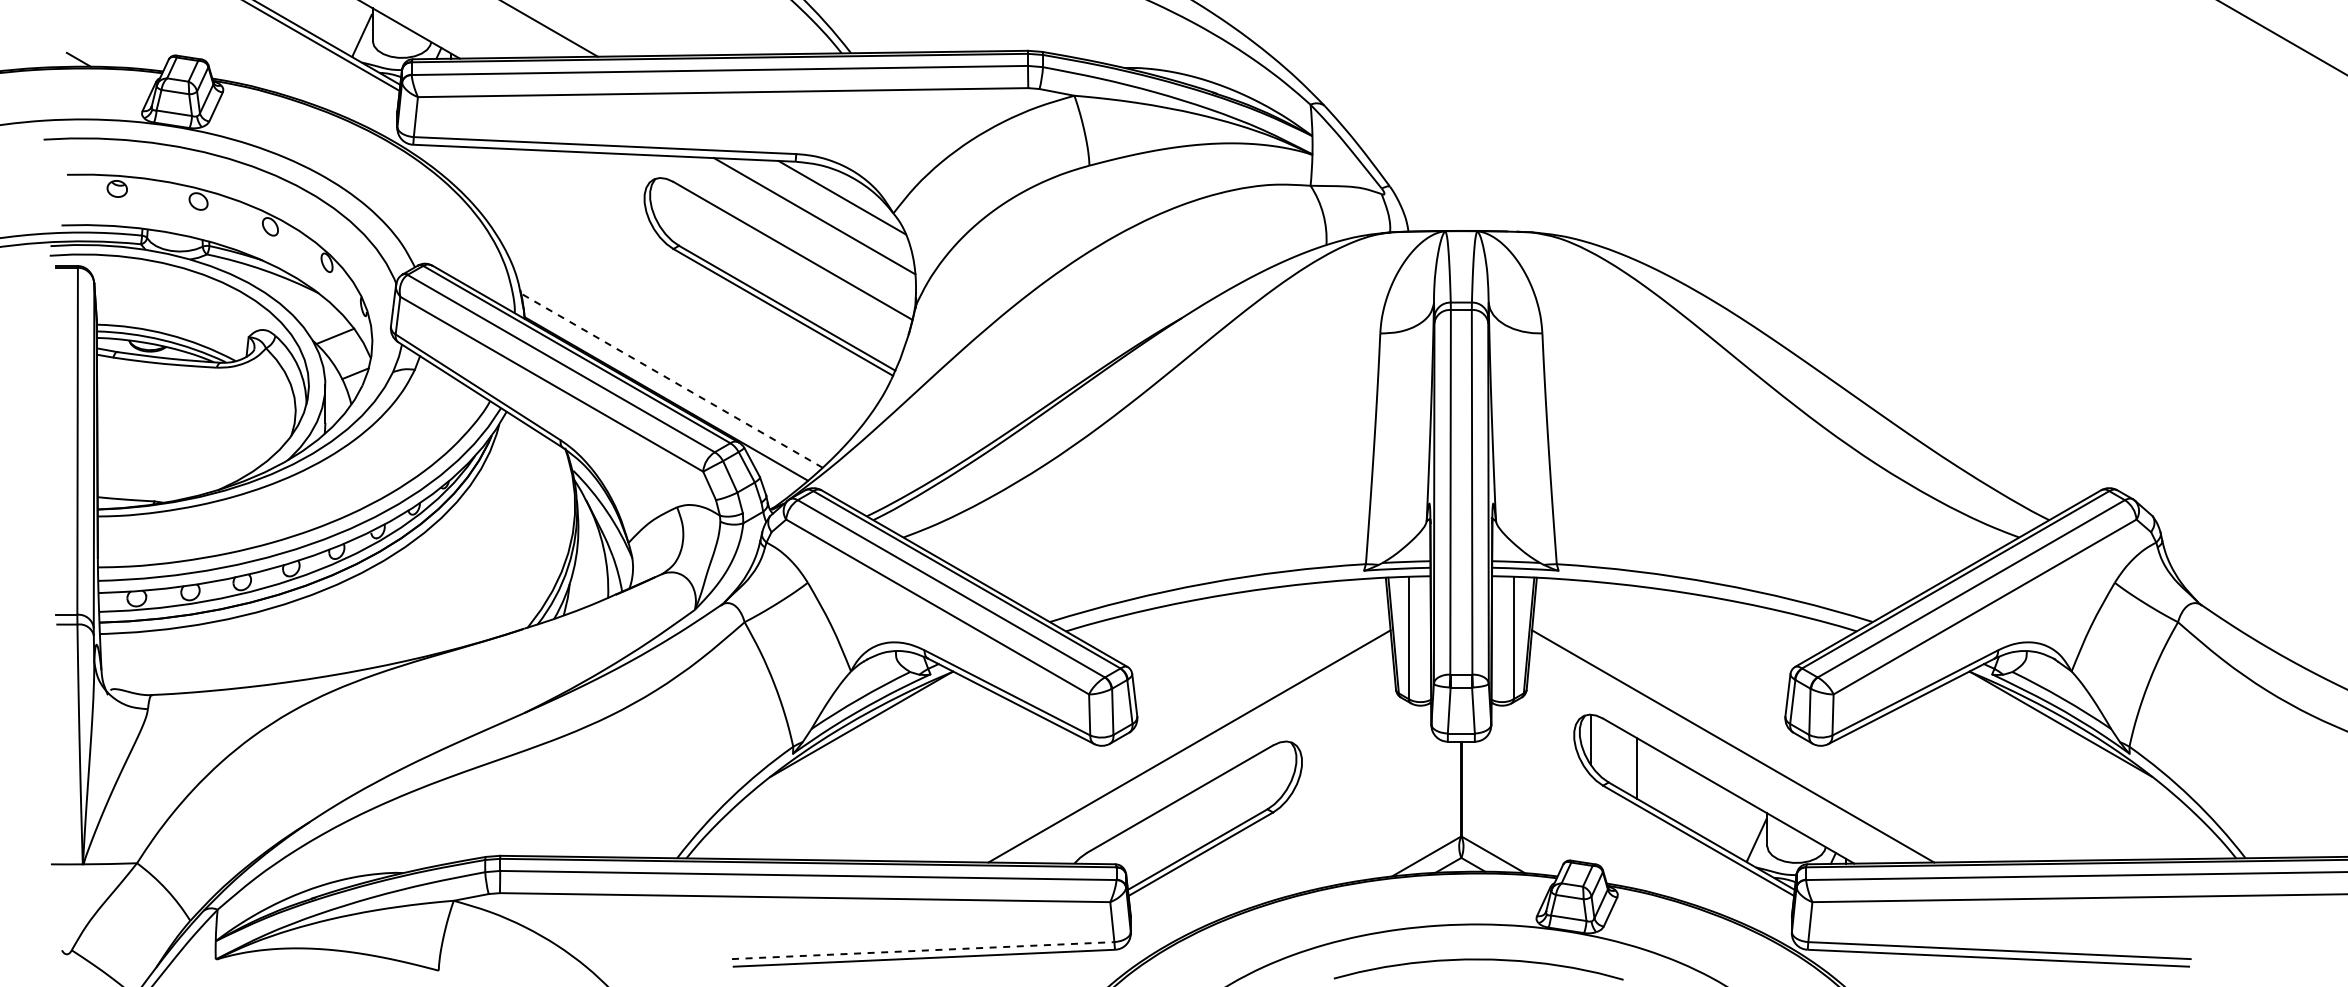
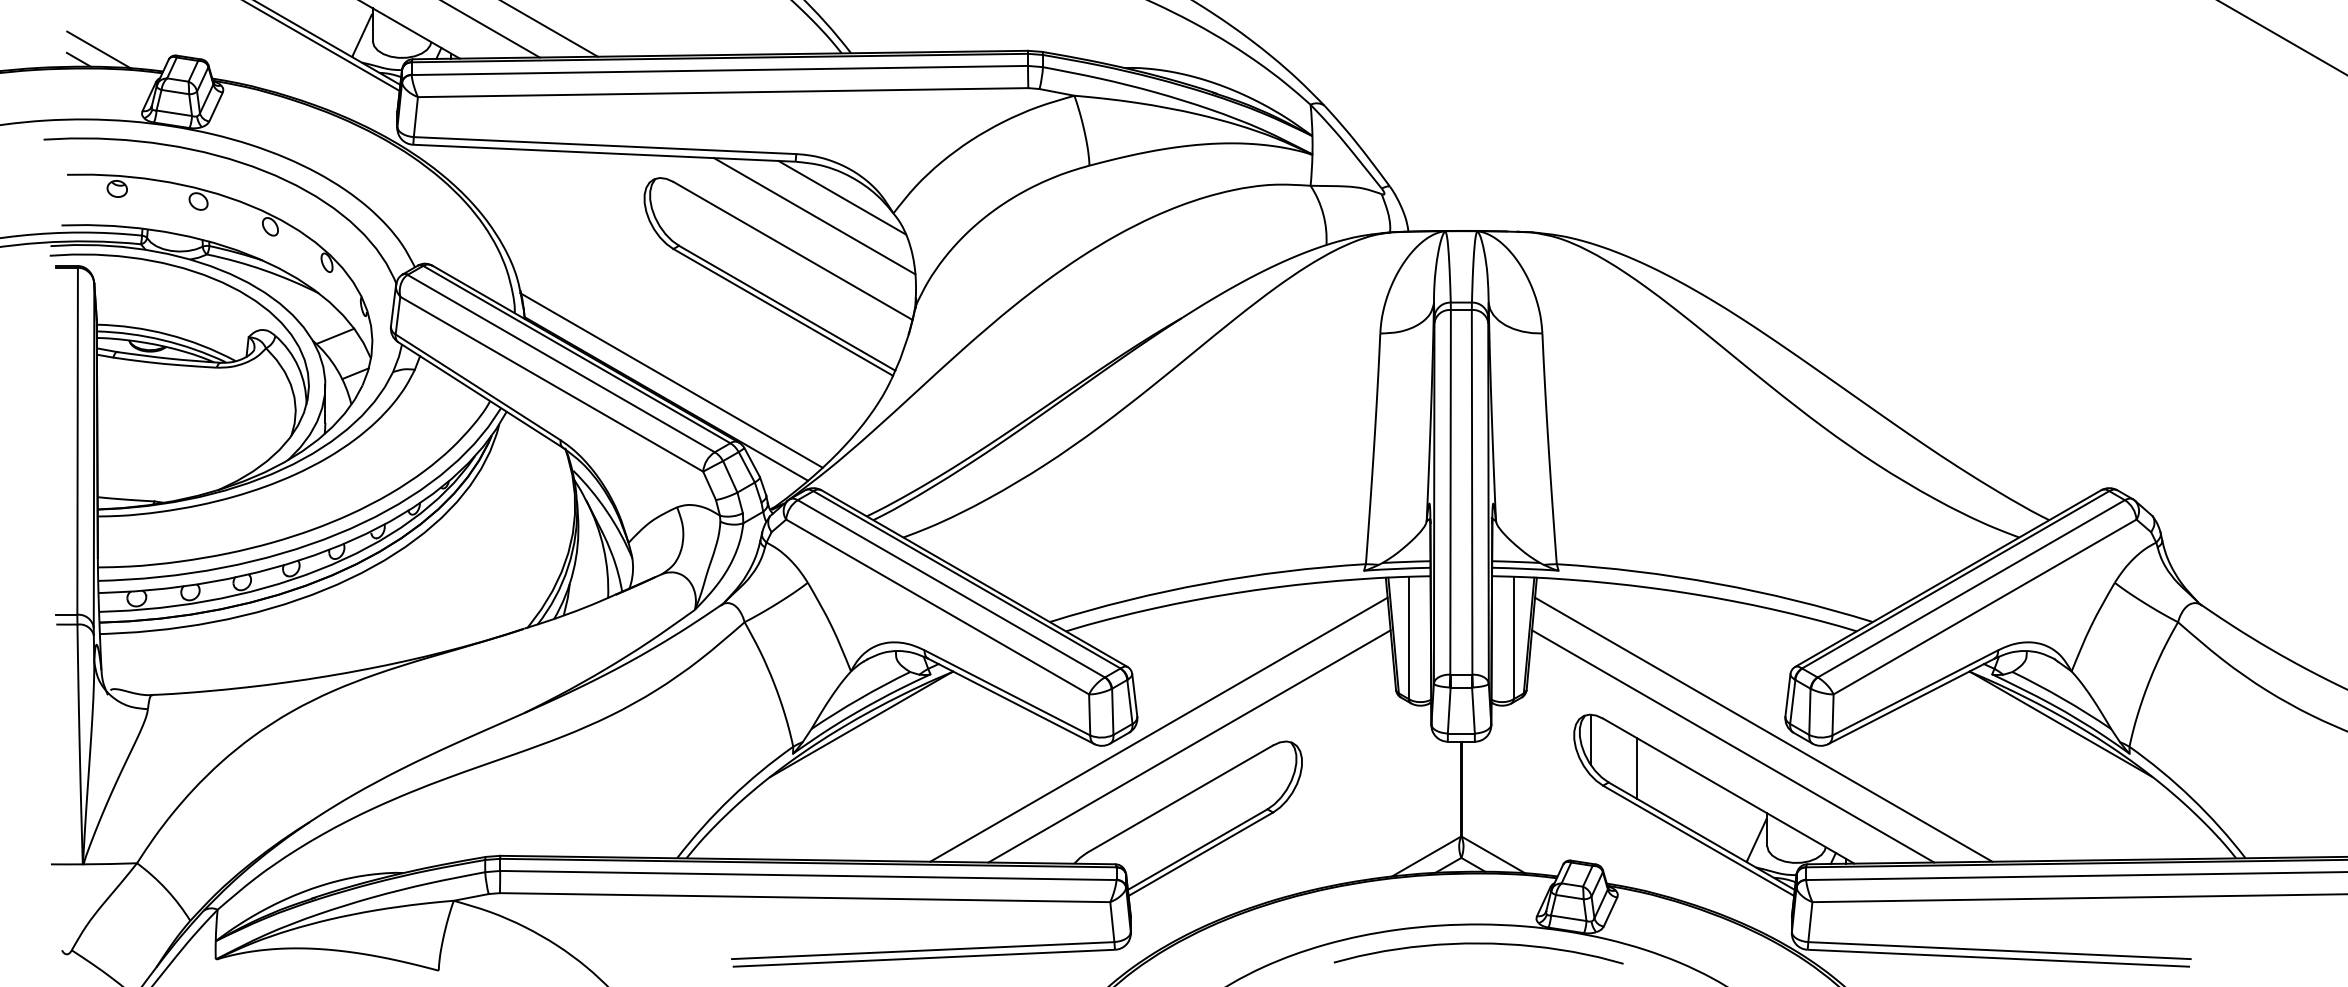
line at (491, 29): none -> present
line at (99, 49): none -> present
line at (671, 380): dashed -> solid
line at (1158, 729): none -> present
line at (1763, 729): none -> present
line at (923, 950): dashed -> solid
curve at (1478, 960) position: (1478, 960) -> (1478, 944)
